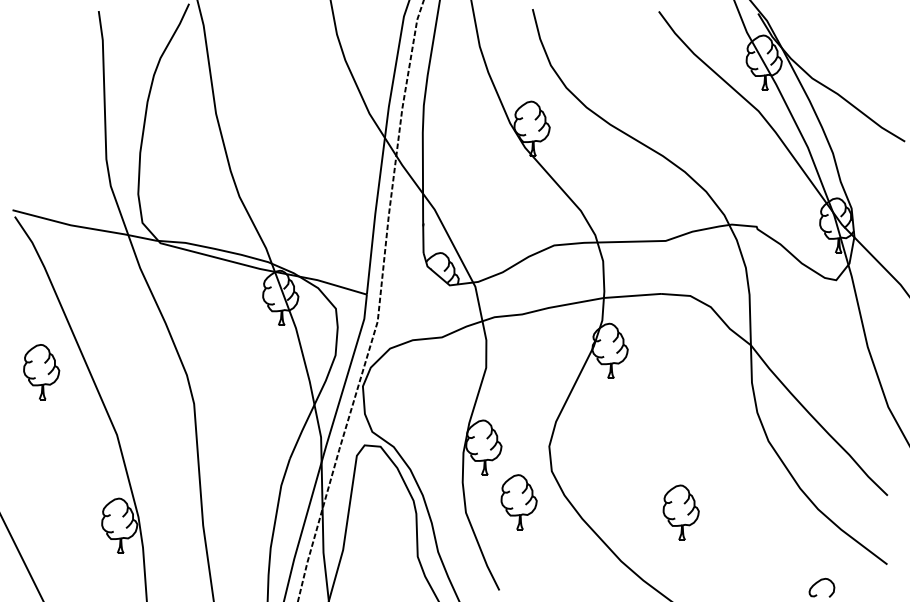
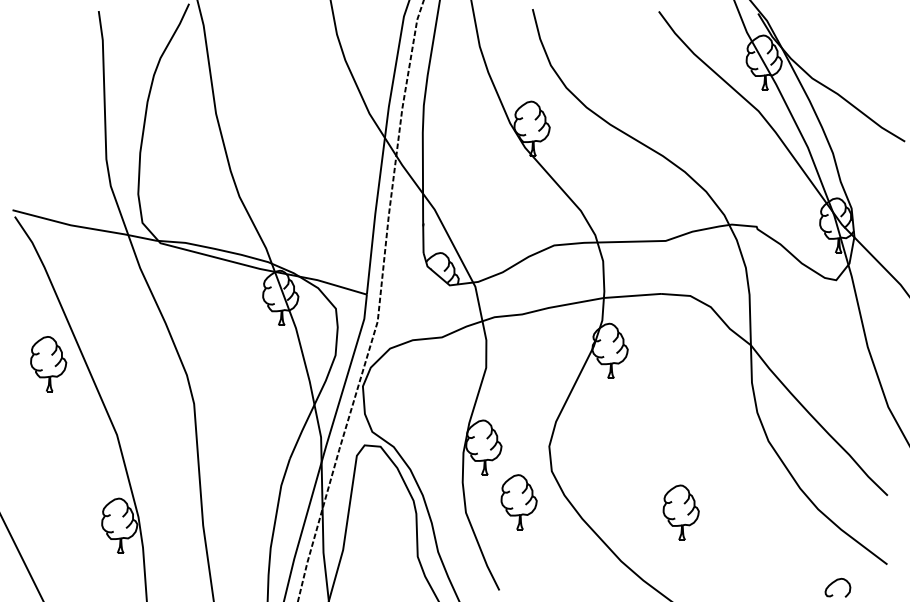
part at (41, 372) position: (41, 372) -> (48, 364)
curve at (817, 583) position: (817, 583) -> (833, 583)
